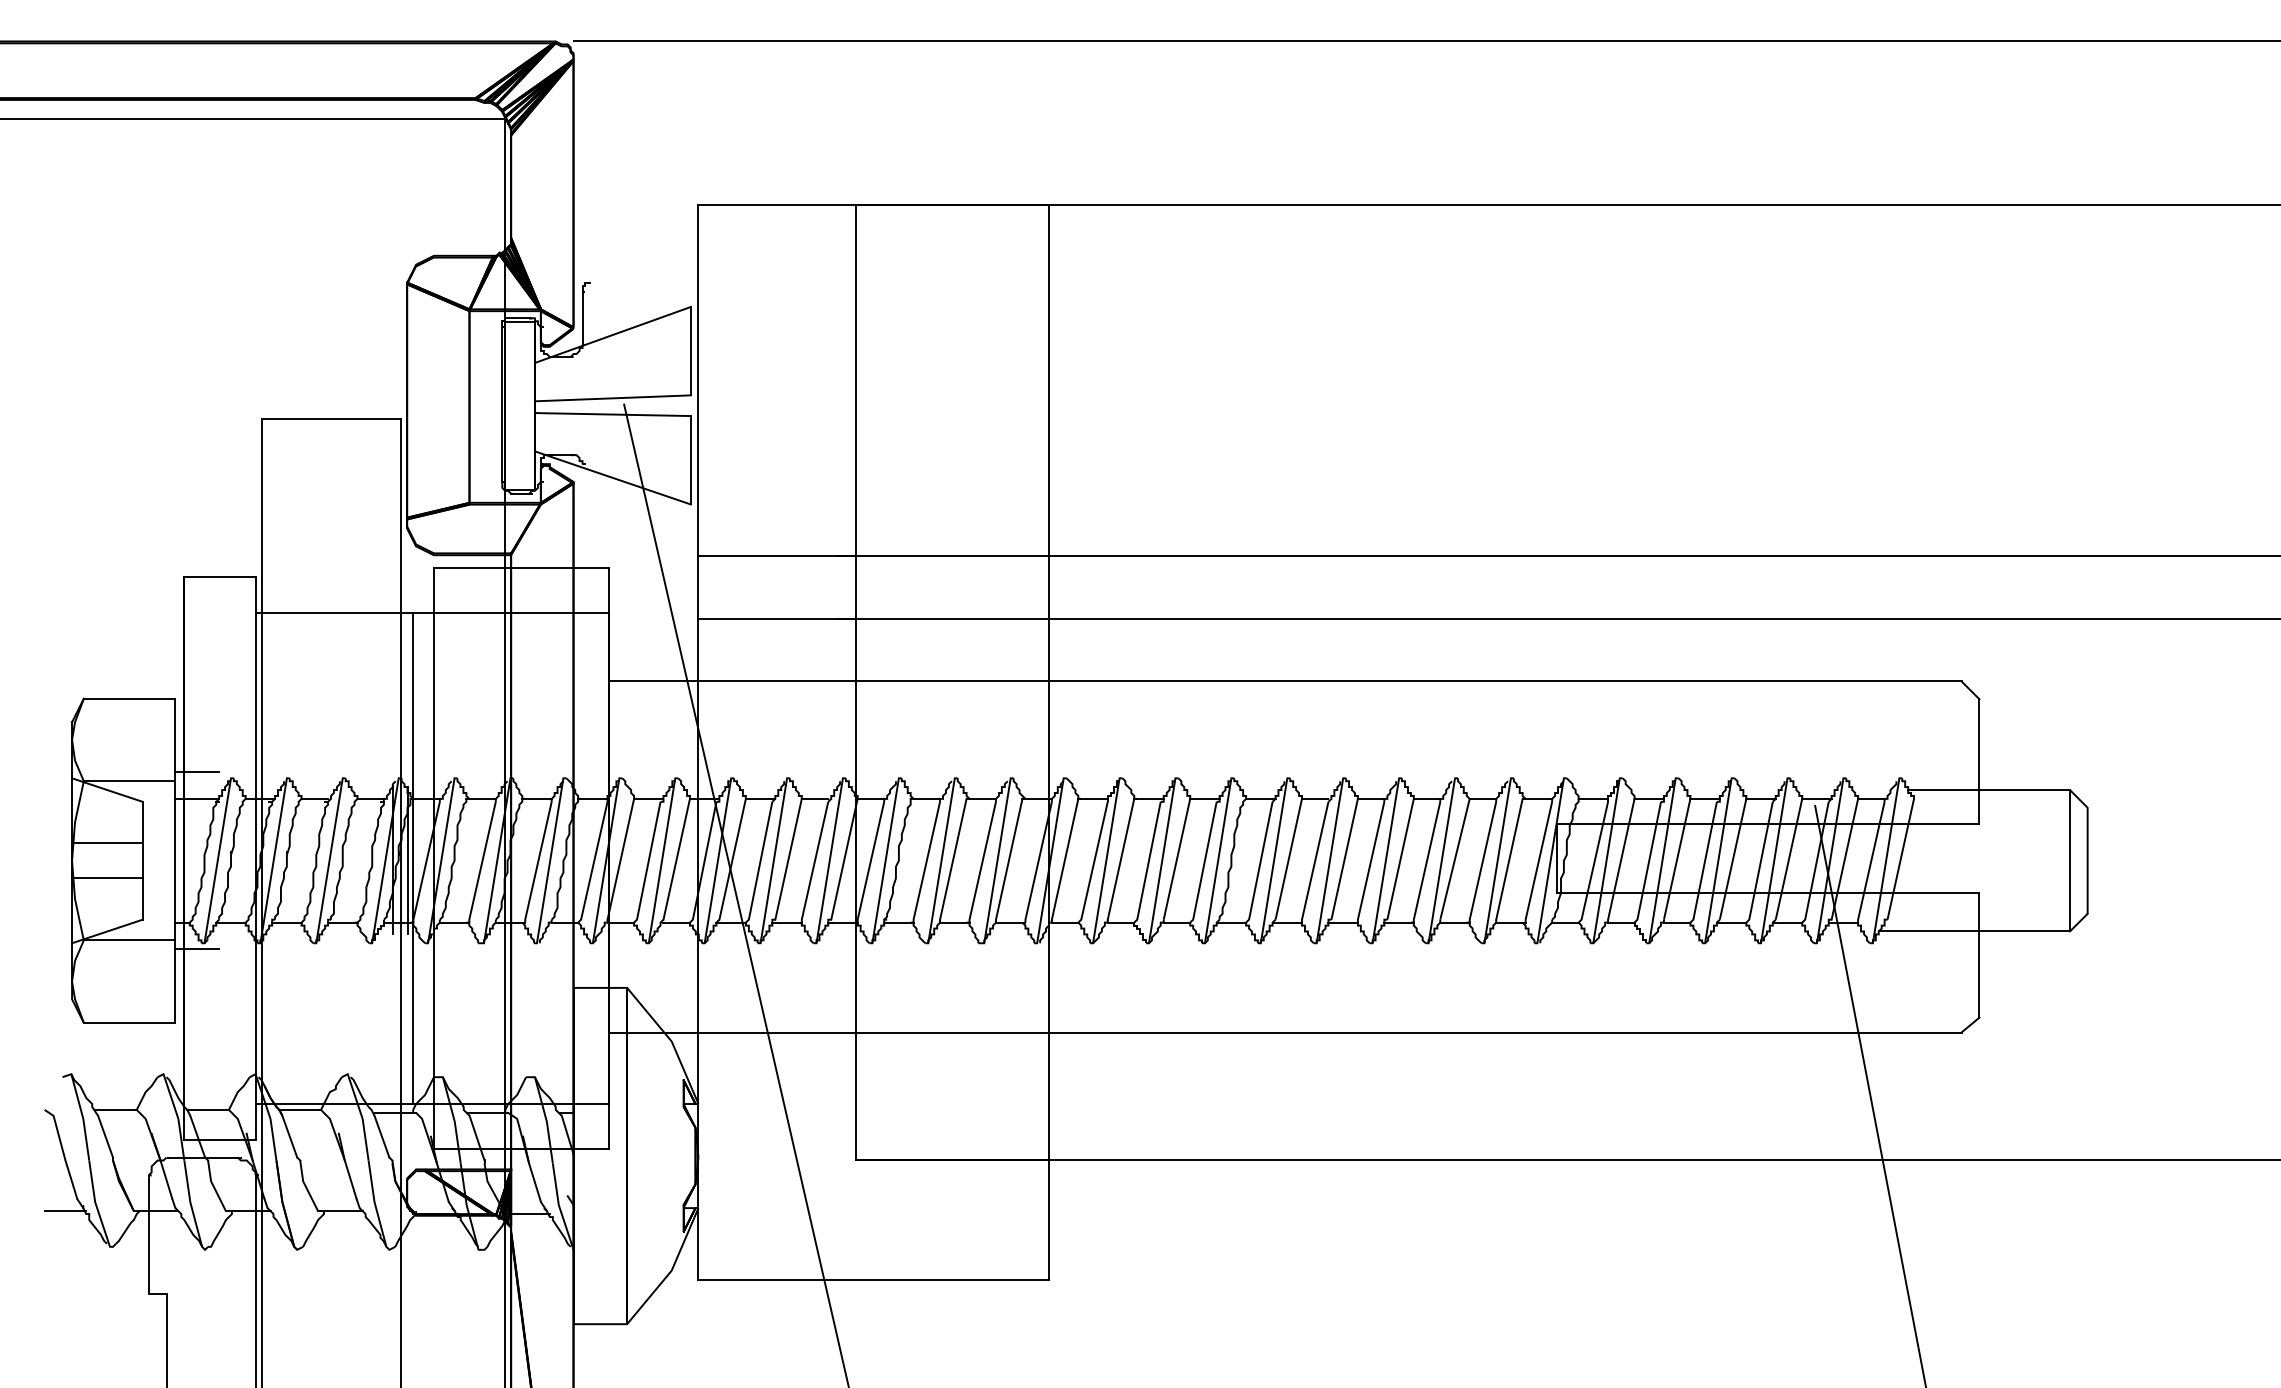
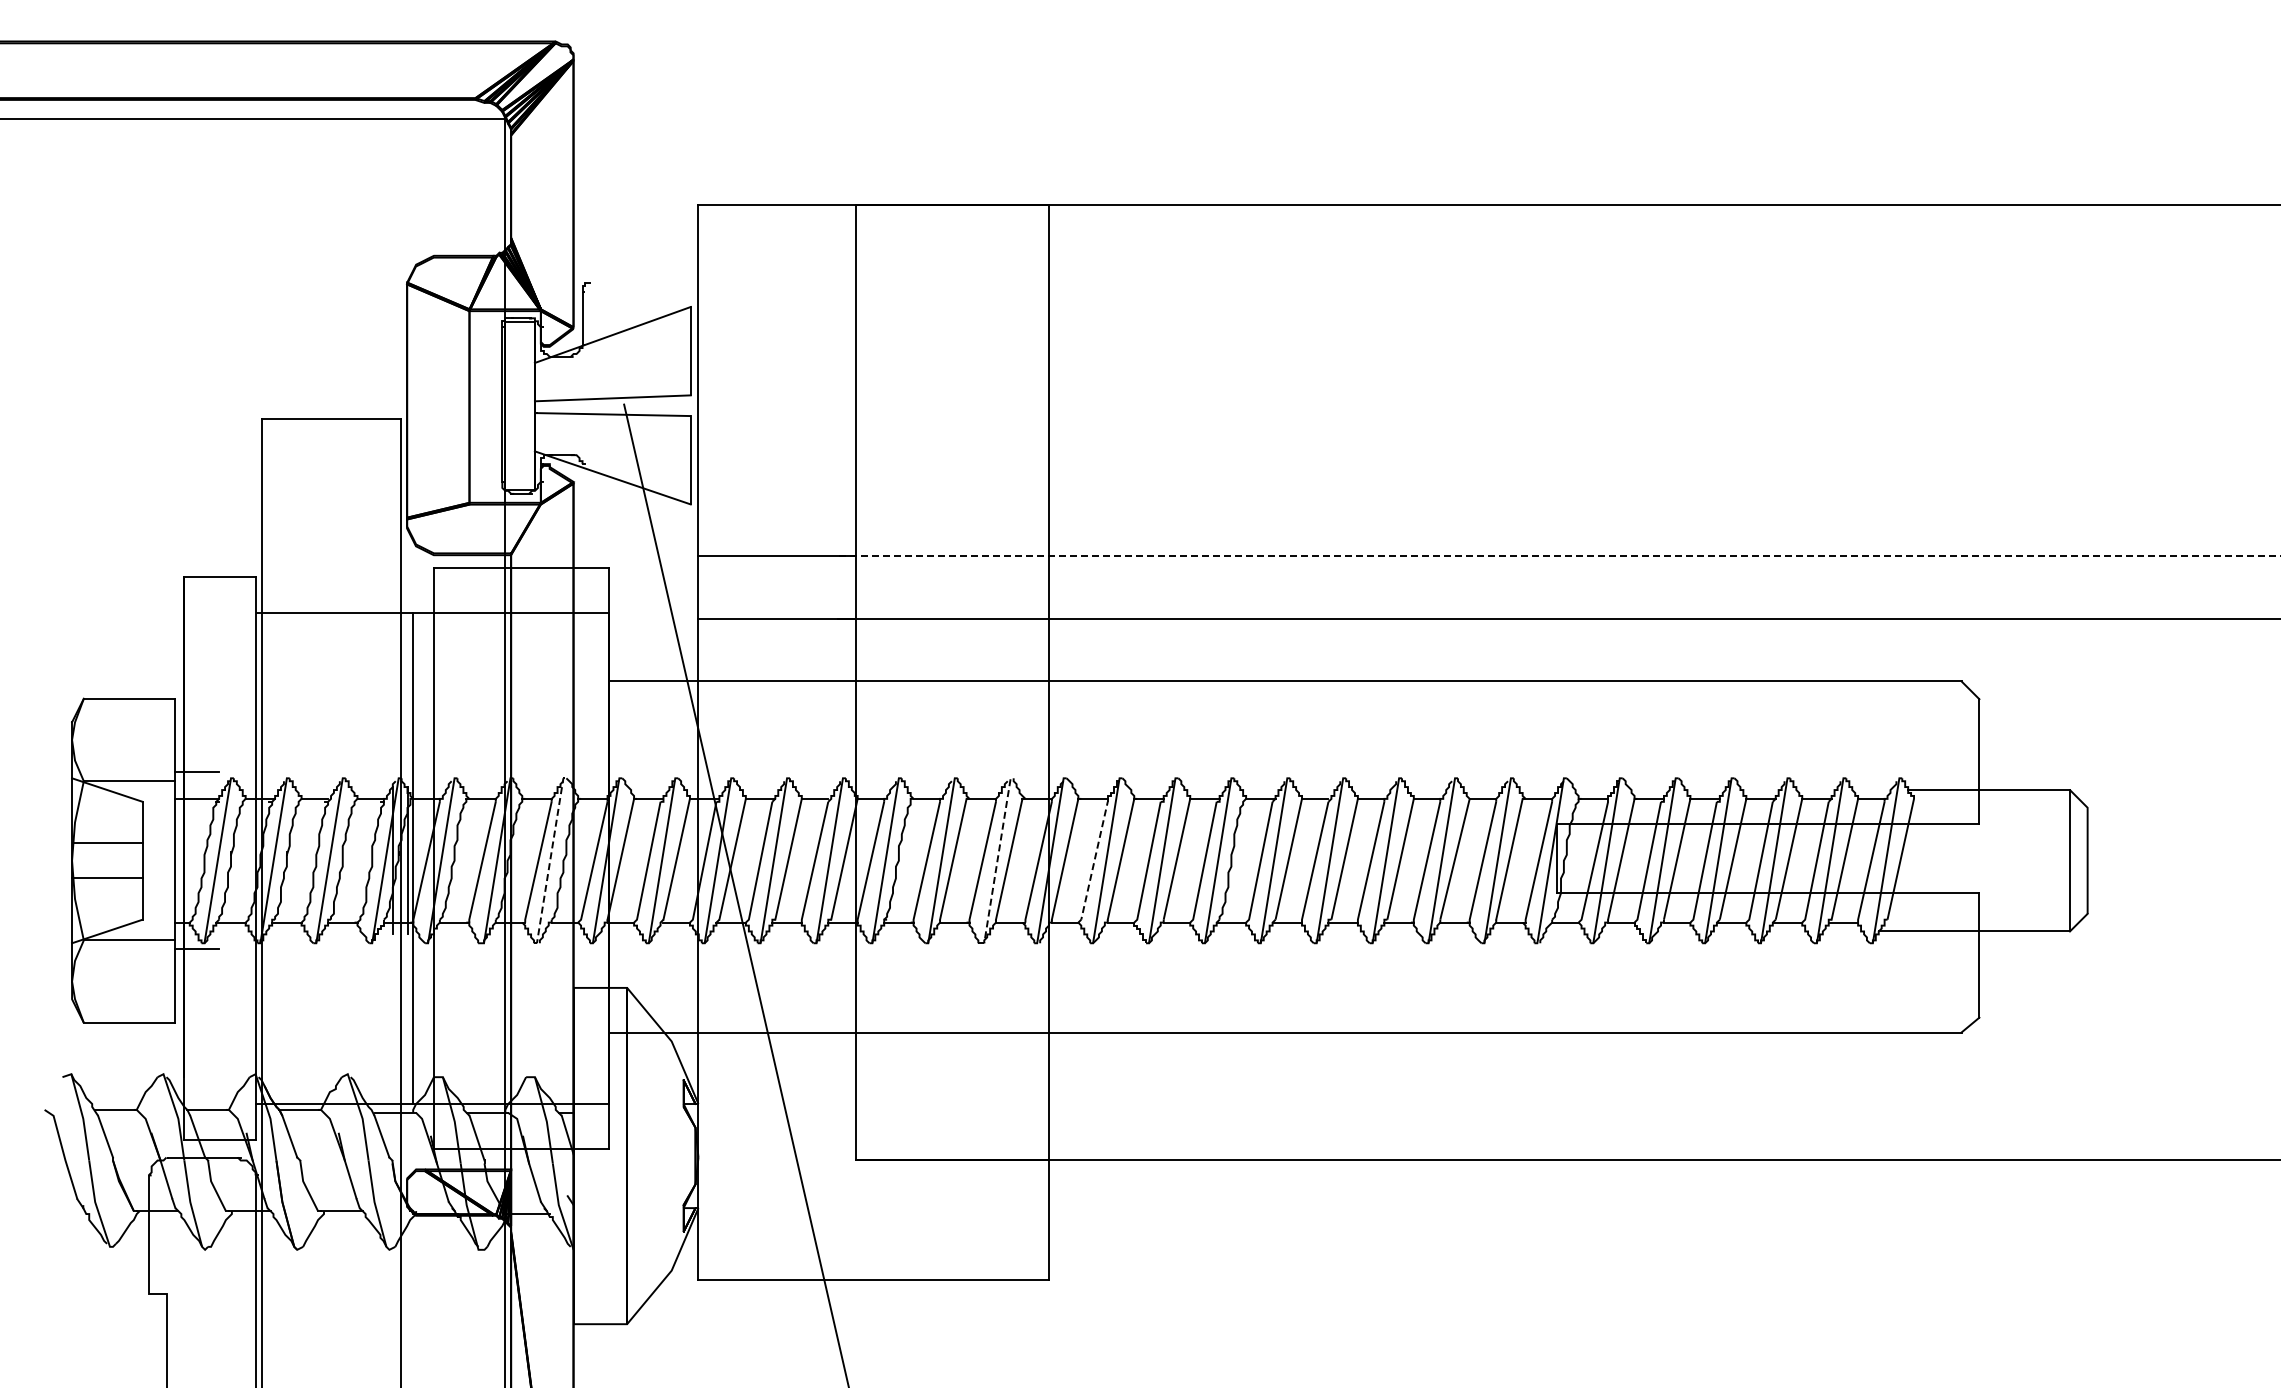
line at (1425, 41): present -> none
line at (1559, 556): solid -> dashed
line at (550, 860): solid -> dashed
line at (997, 861): solid -> dashed
line at (1093, 863): solid -> dashed
line at (1870, 1094): present -> none
line at (65, 1211): present -> none
